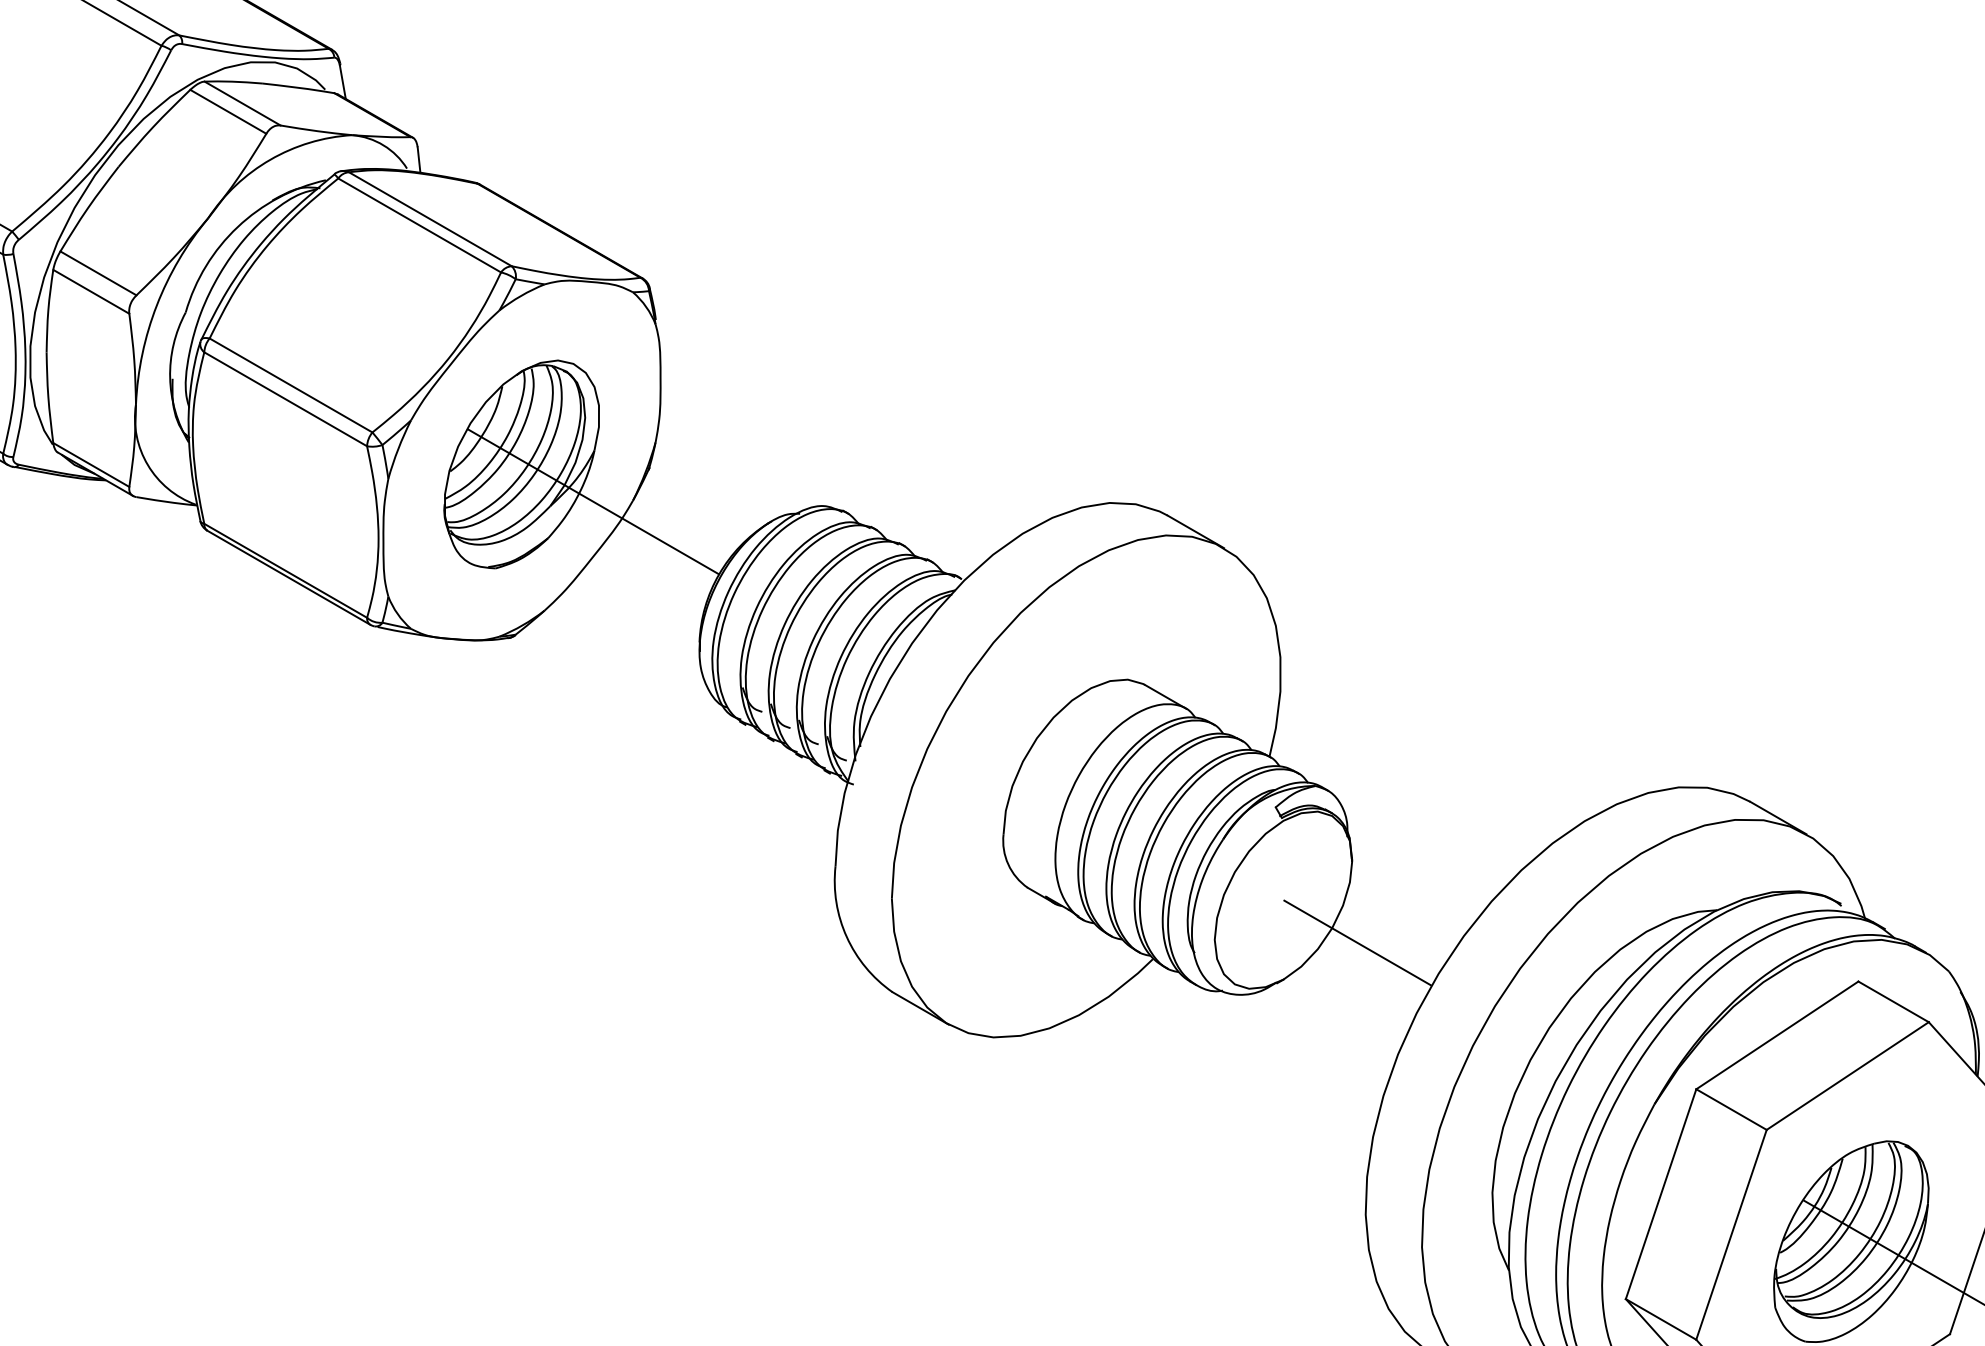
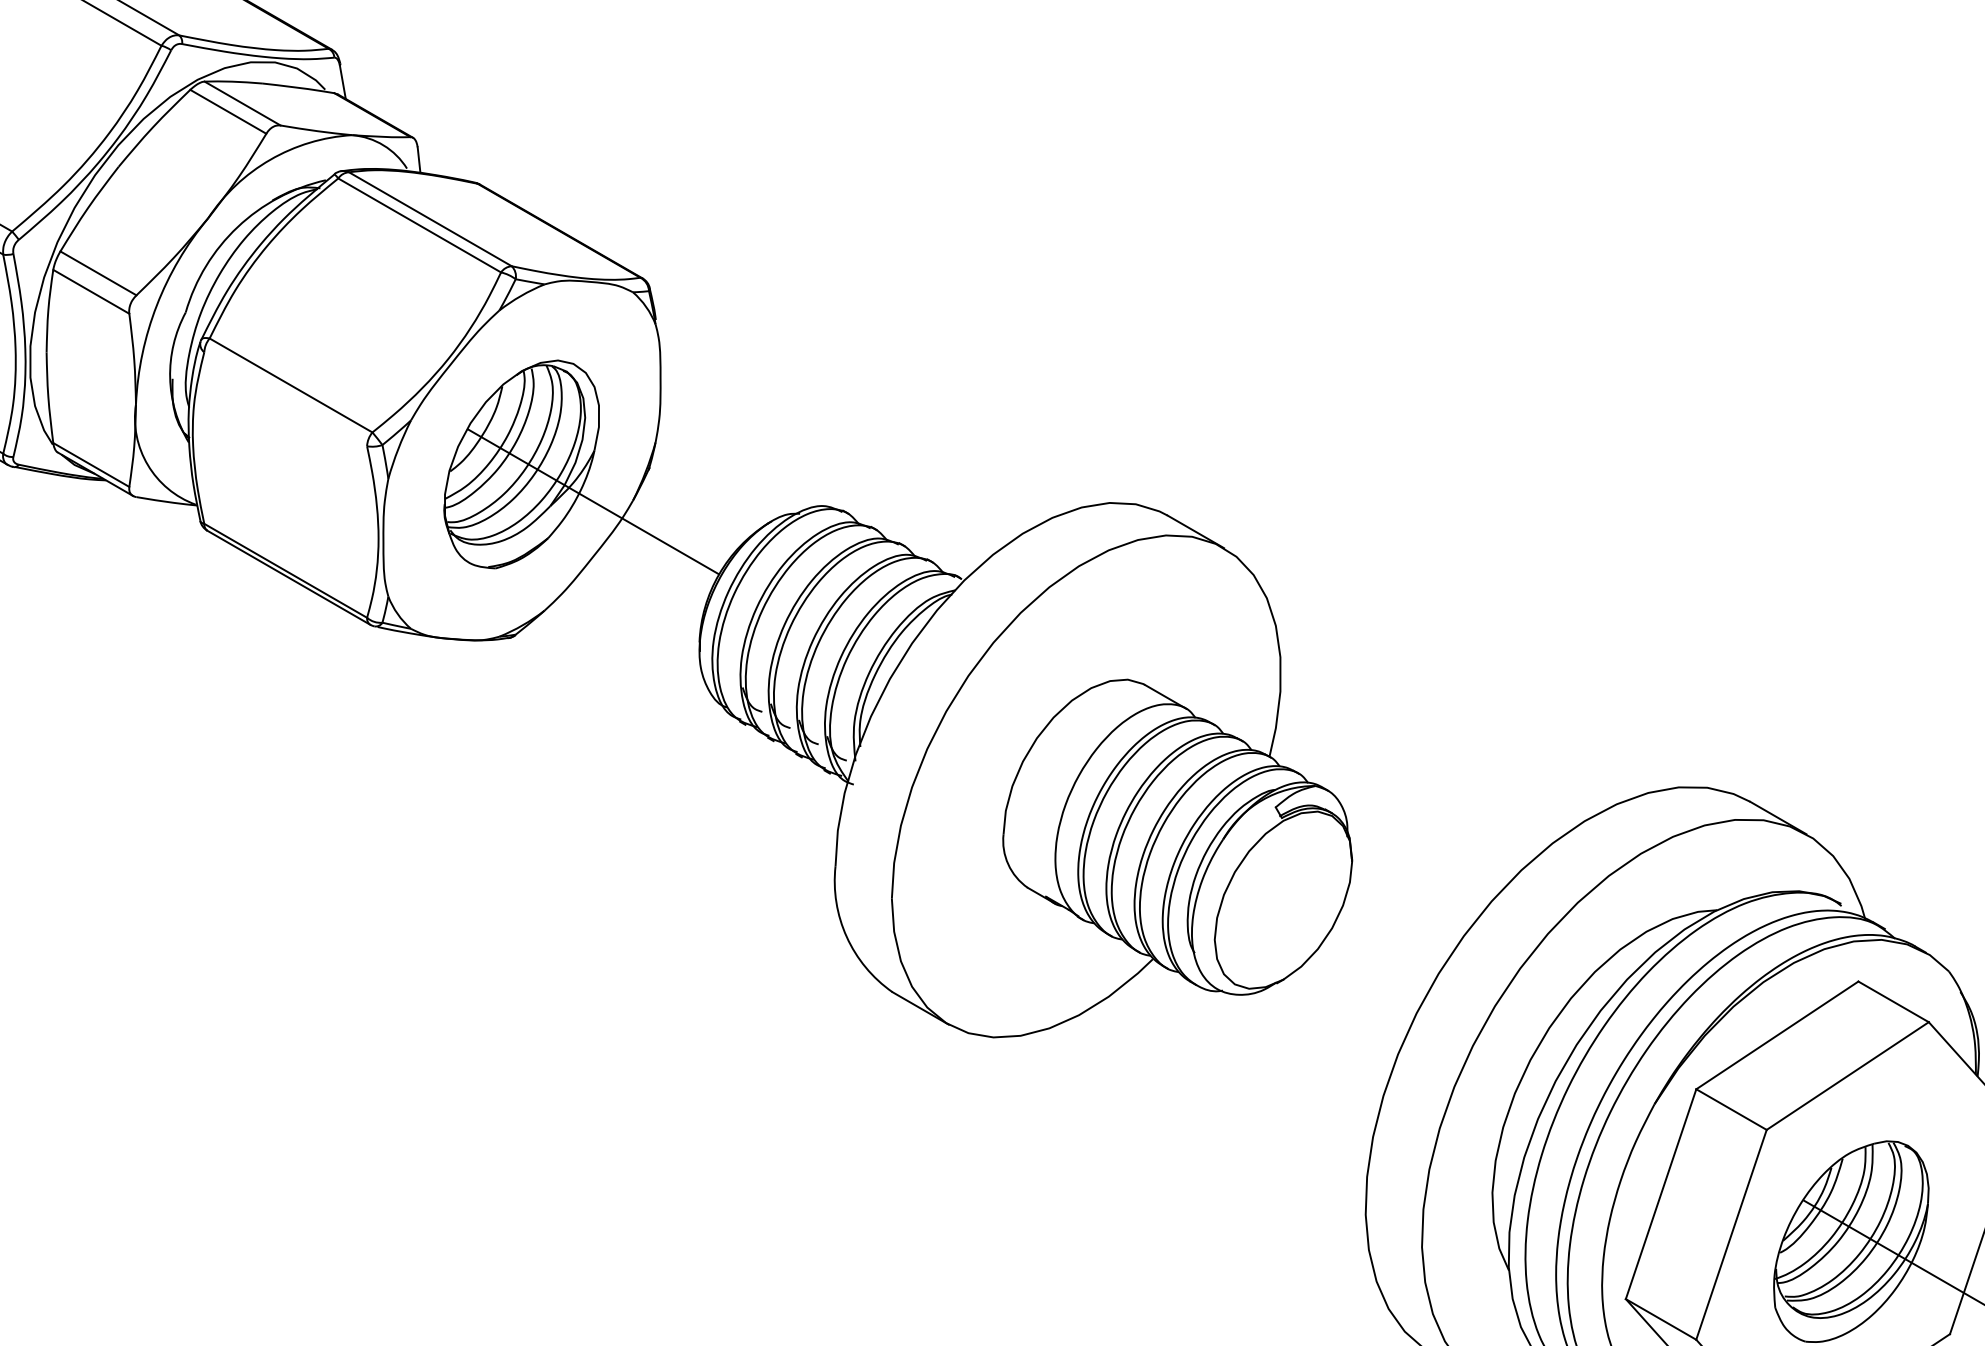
line at (285, 399): present -> none
line at (1357, 942): present -> none
